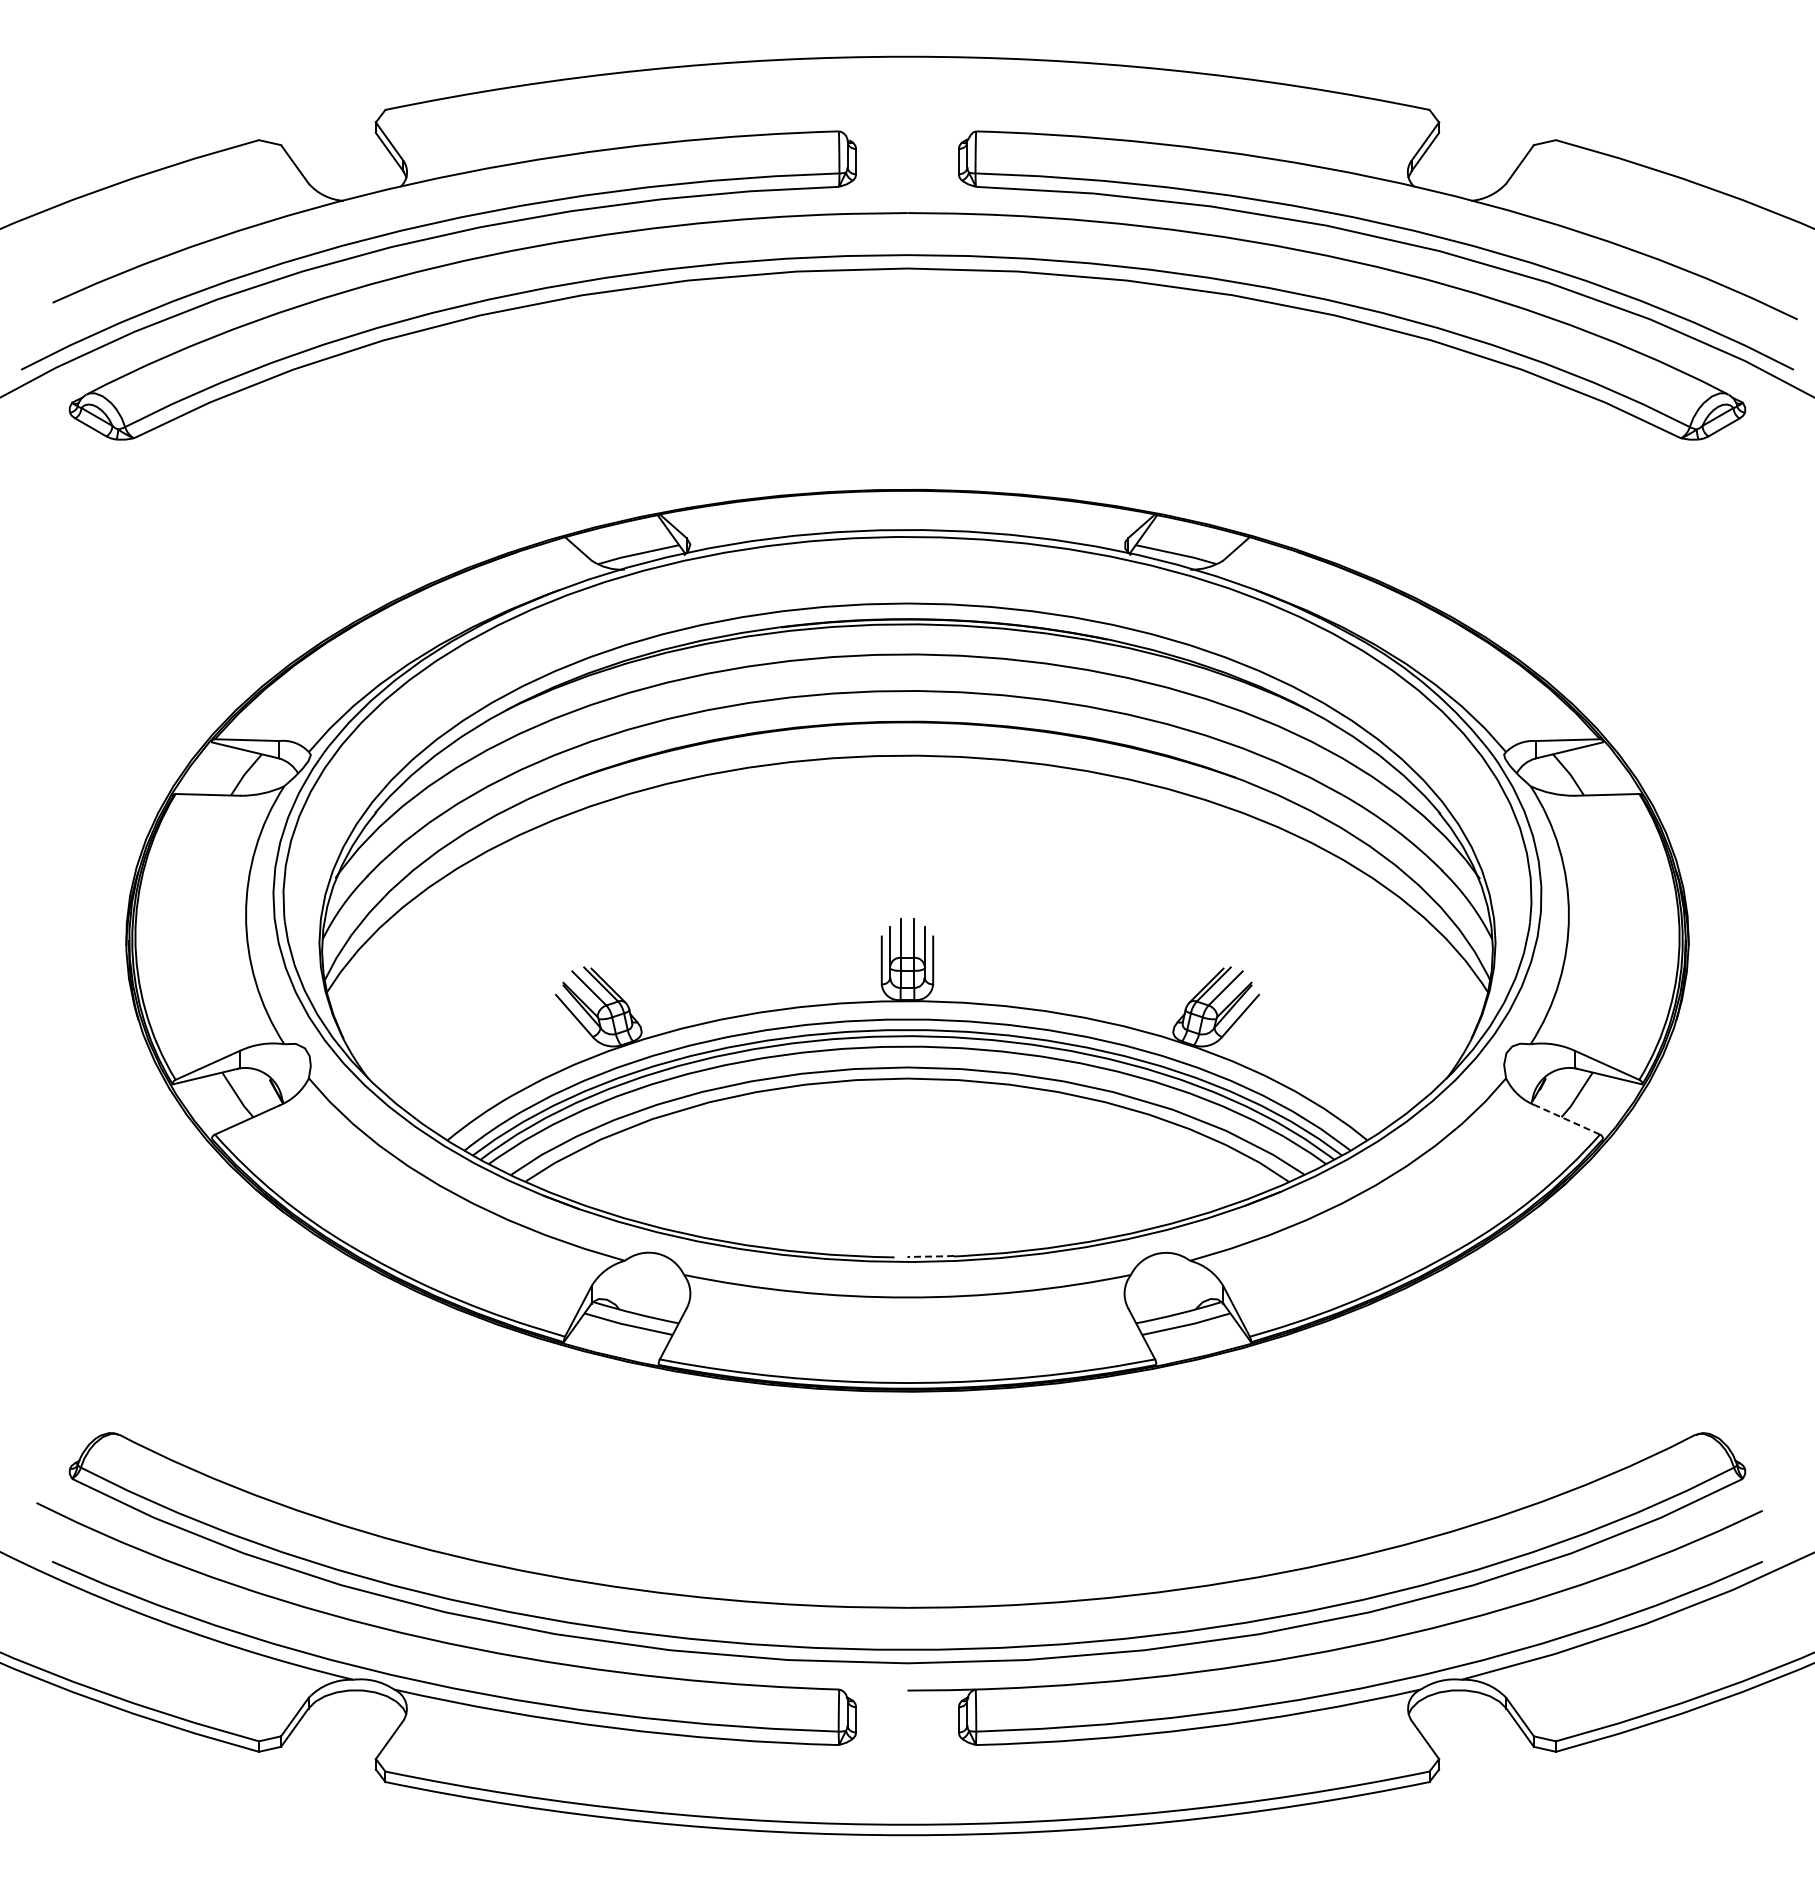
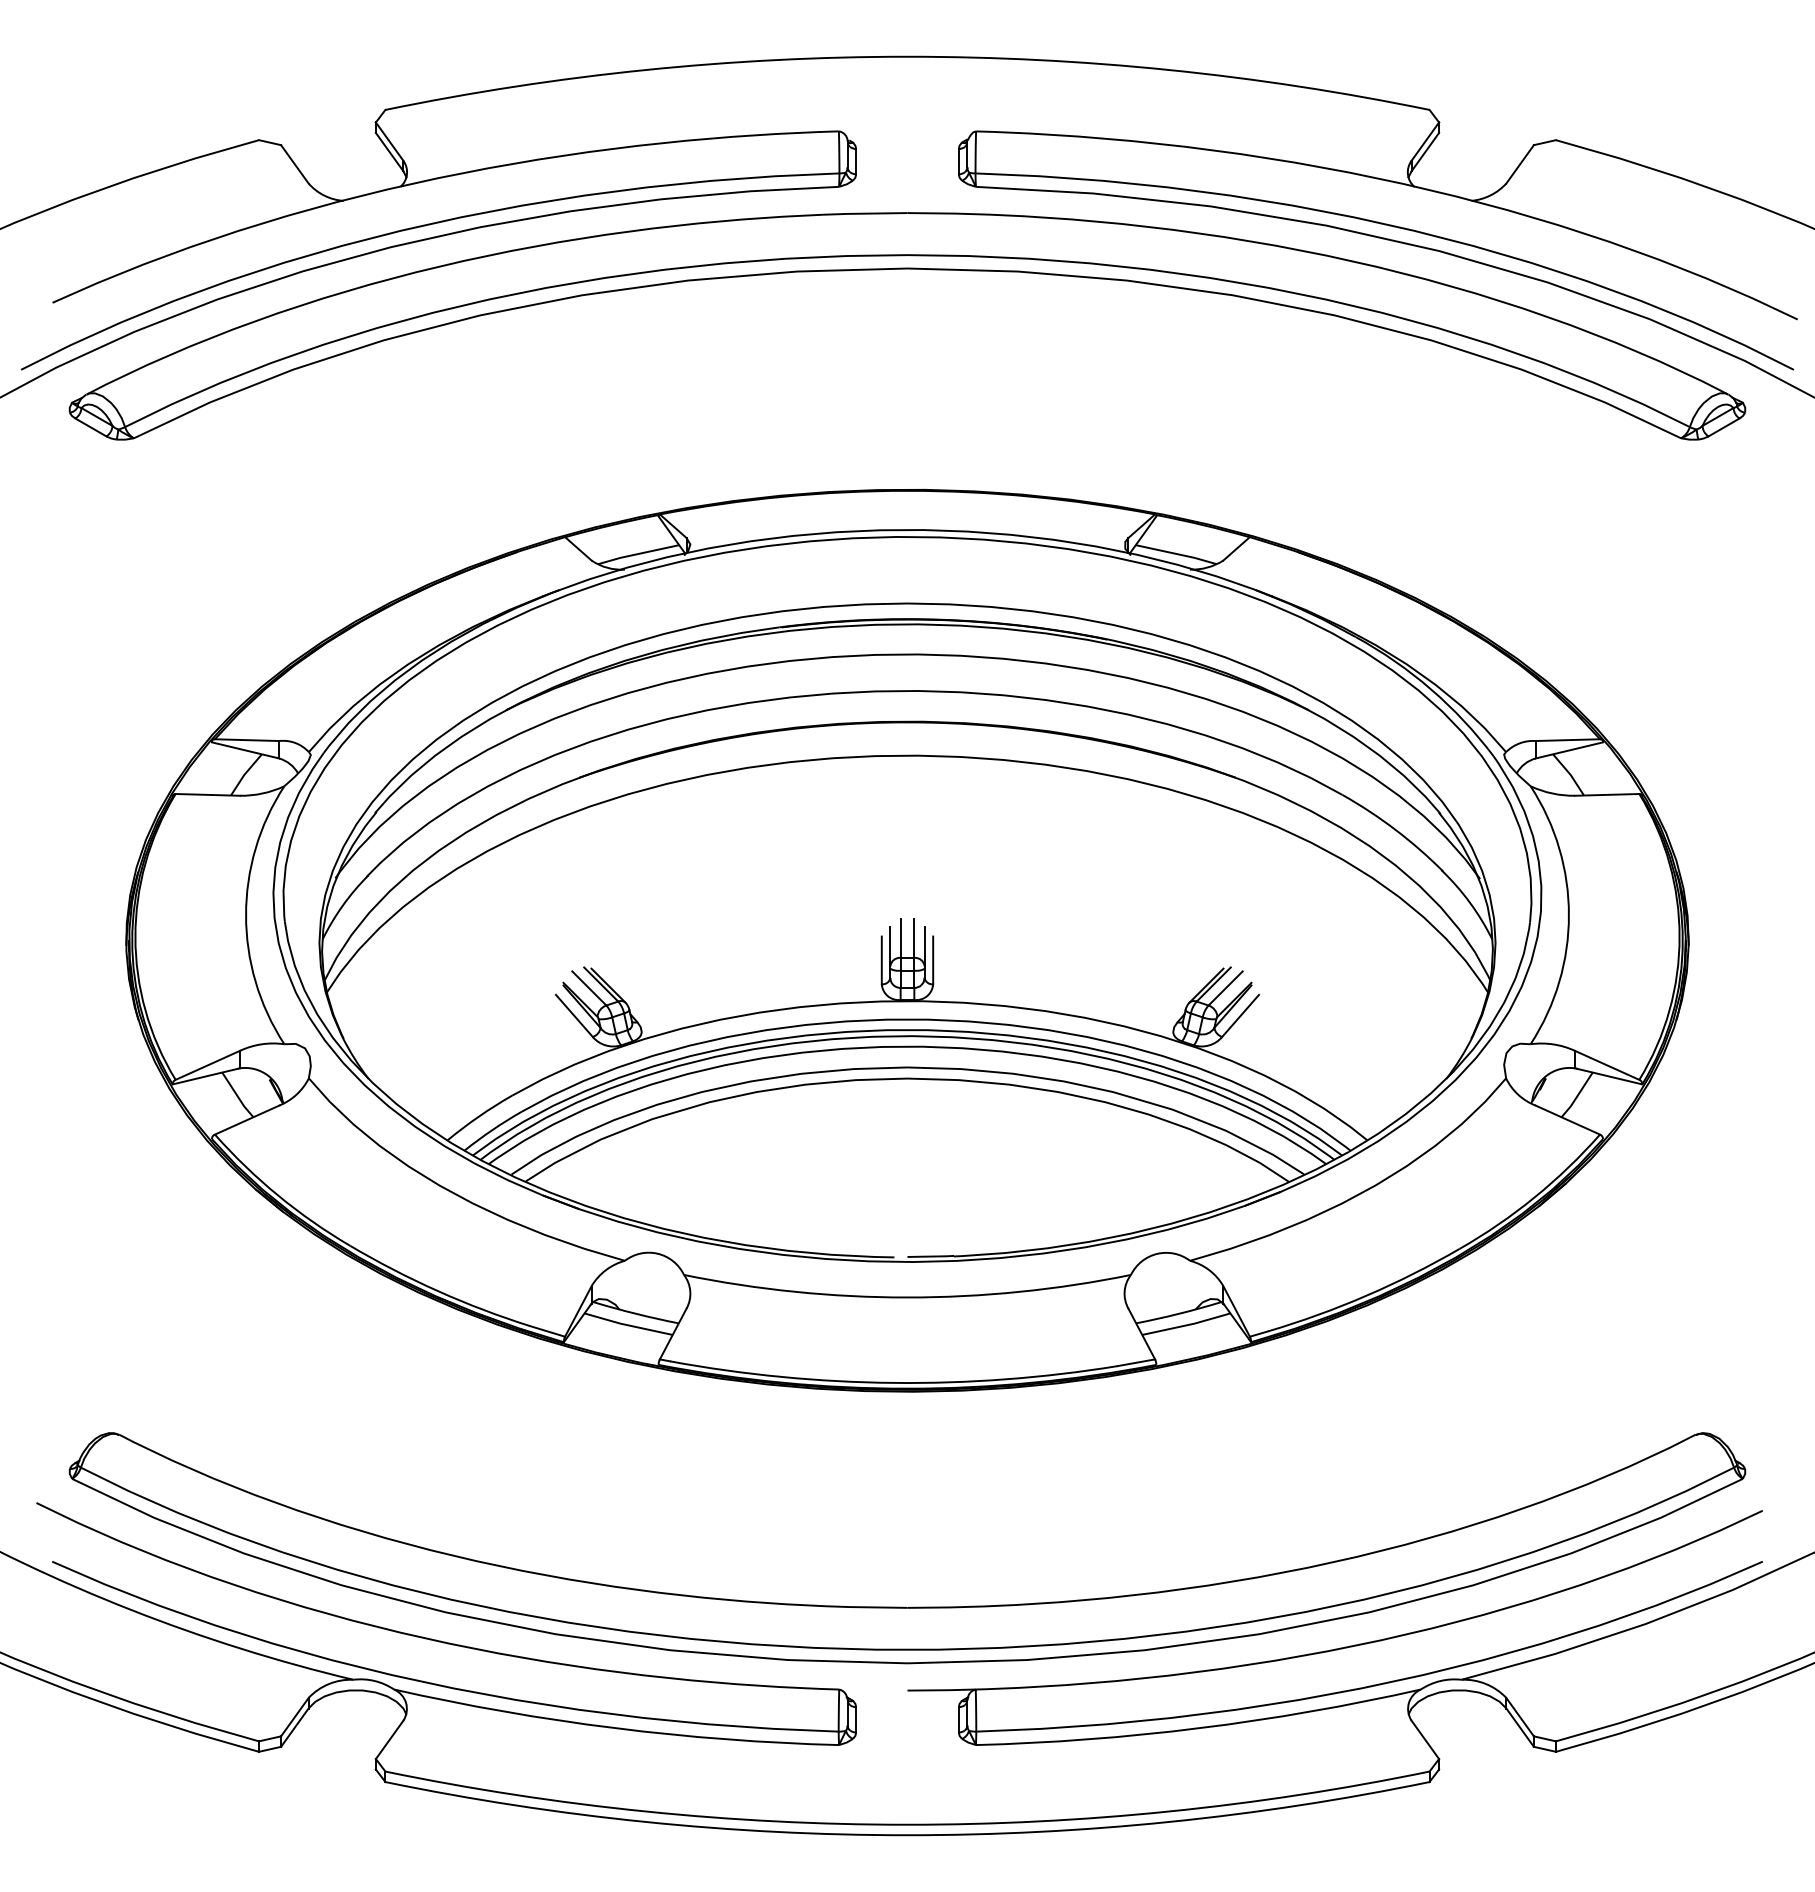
line at (1567, 1119): dashed -> solid
line at (931, 1256): dashed -> solid
